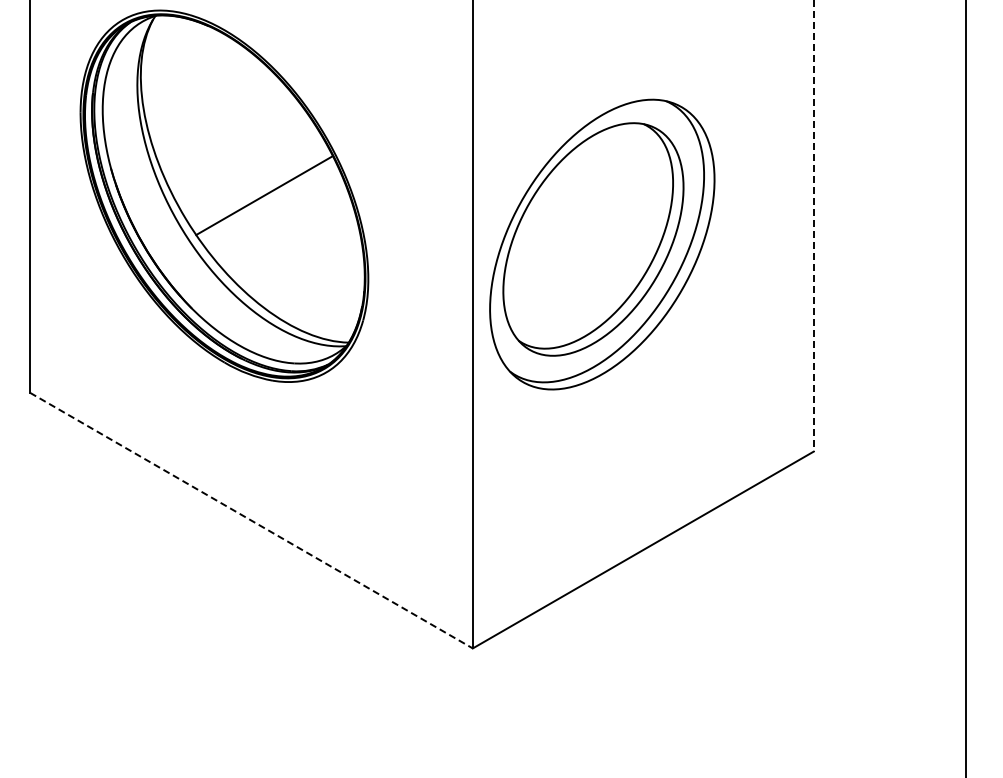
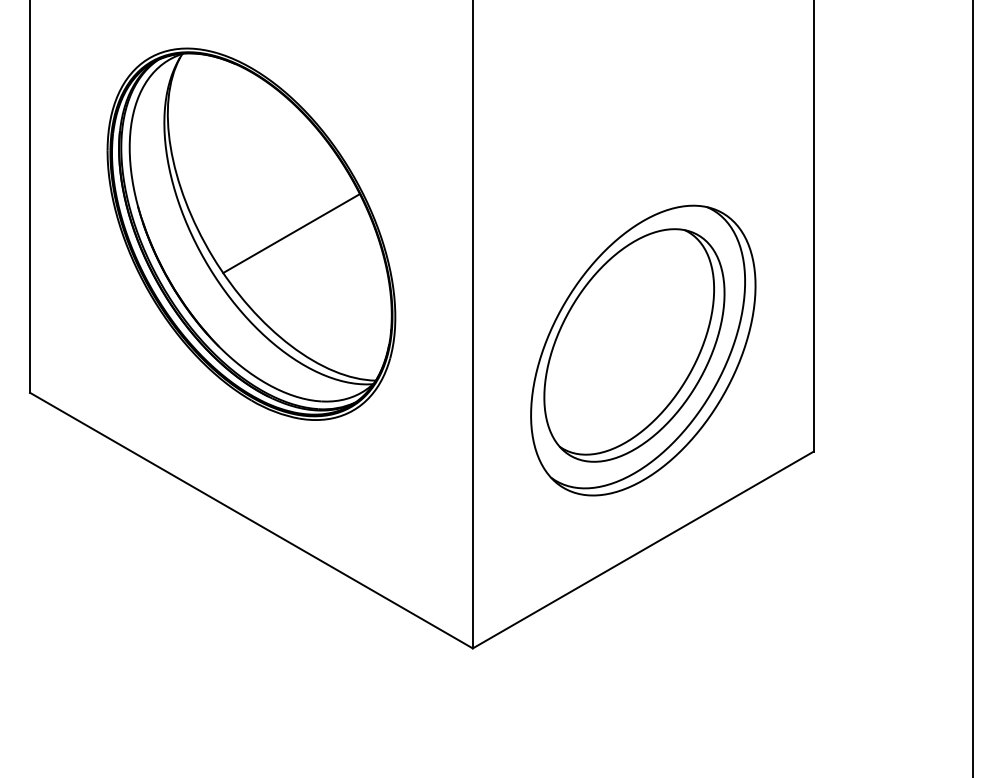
part at (224, 195) position: (224, 195) -> (251, 233)
line at (813, 226): dashed -> solid
part at (602, 244) position: (602, 244) -> (643, 350)
line at (965, 388) position: (965, 388) -> (972, 388)
line at (251, 520): dashed -> solid
